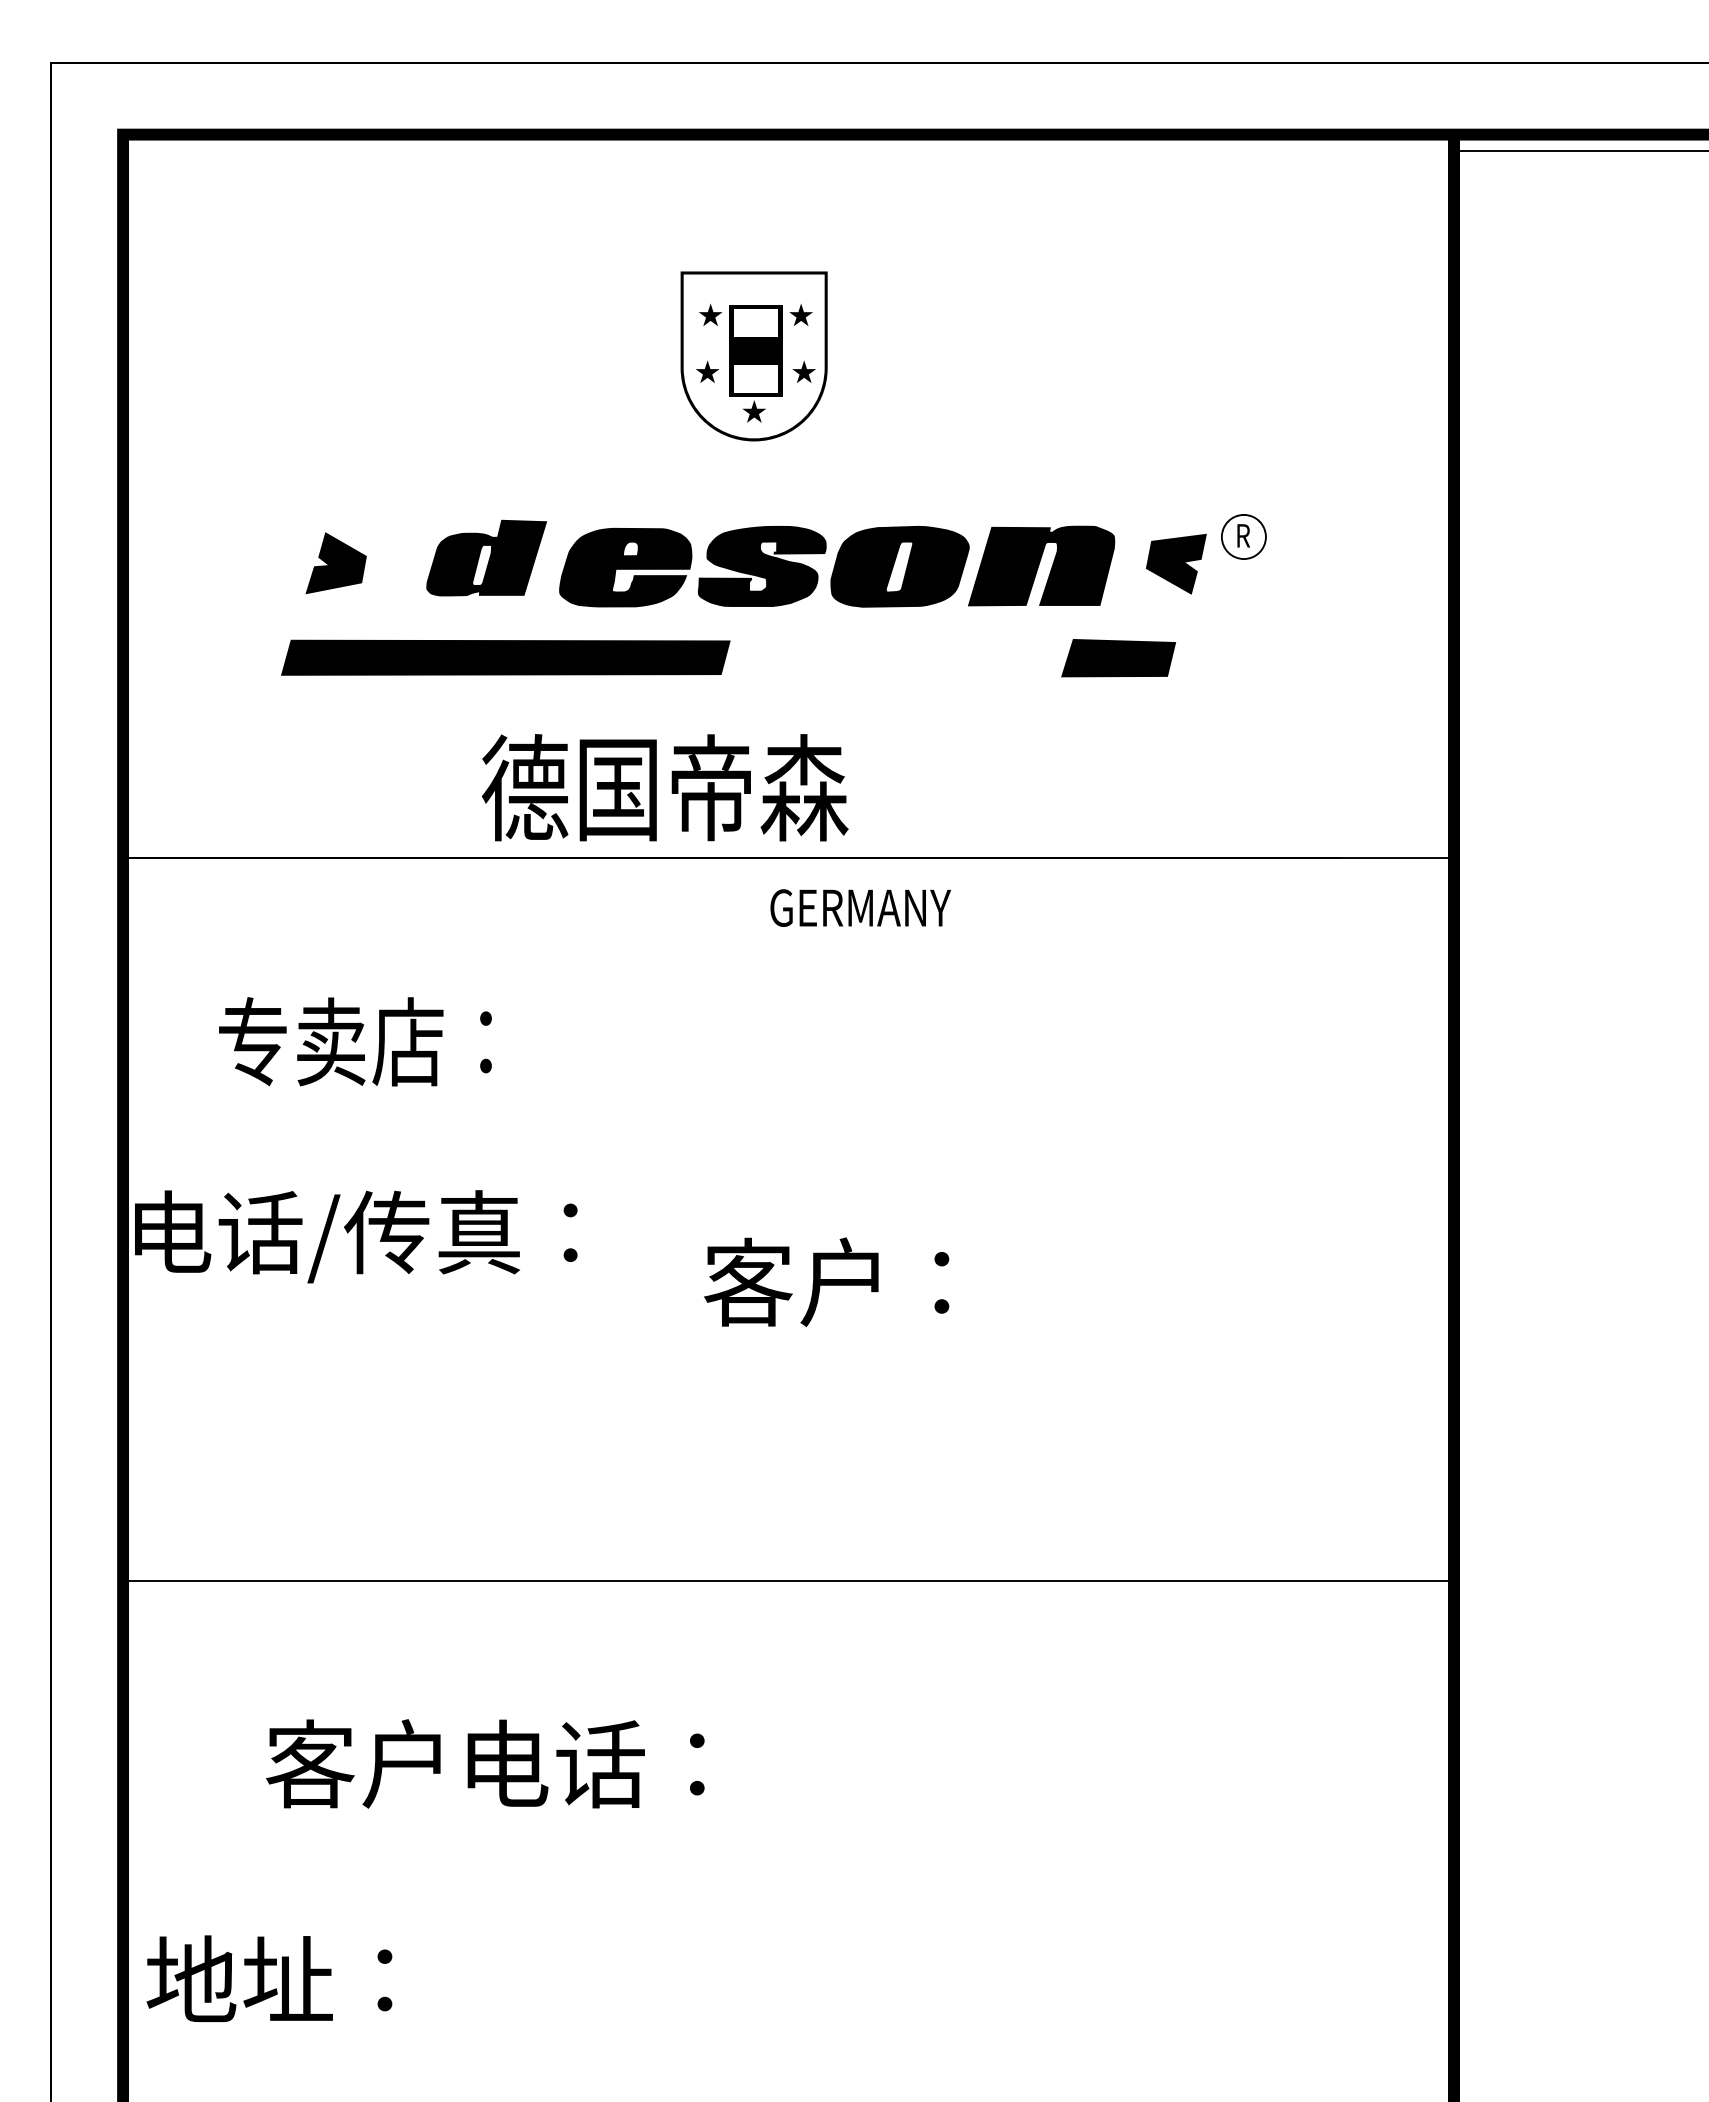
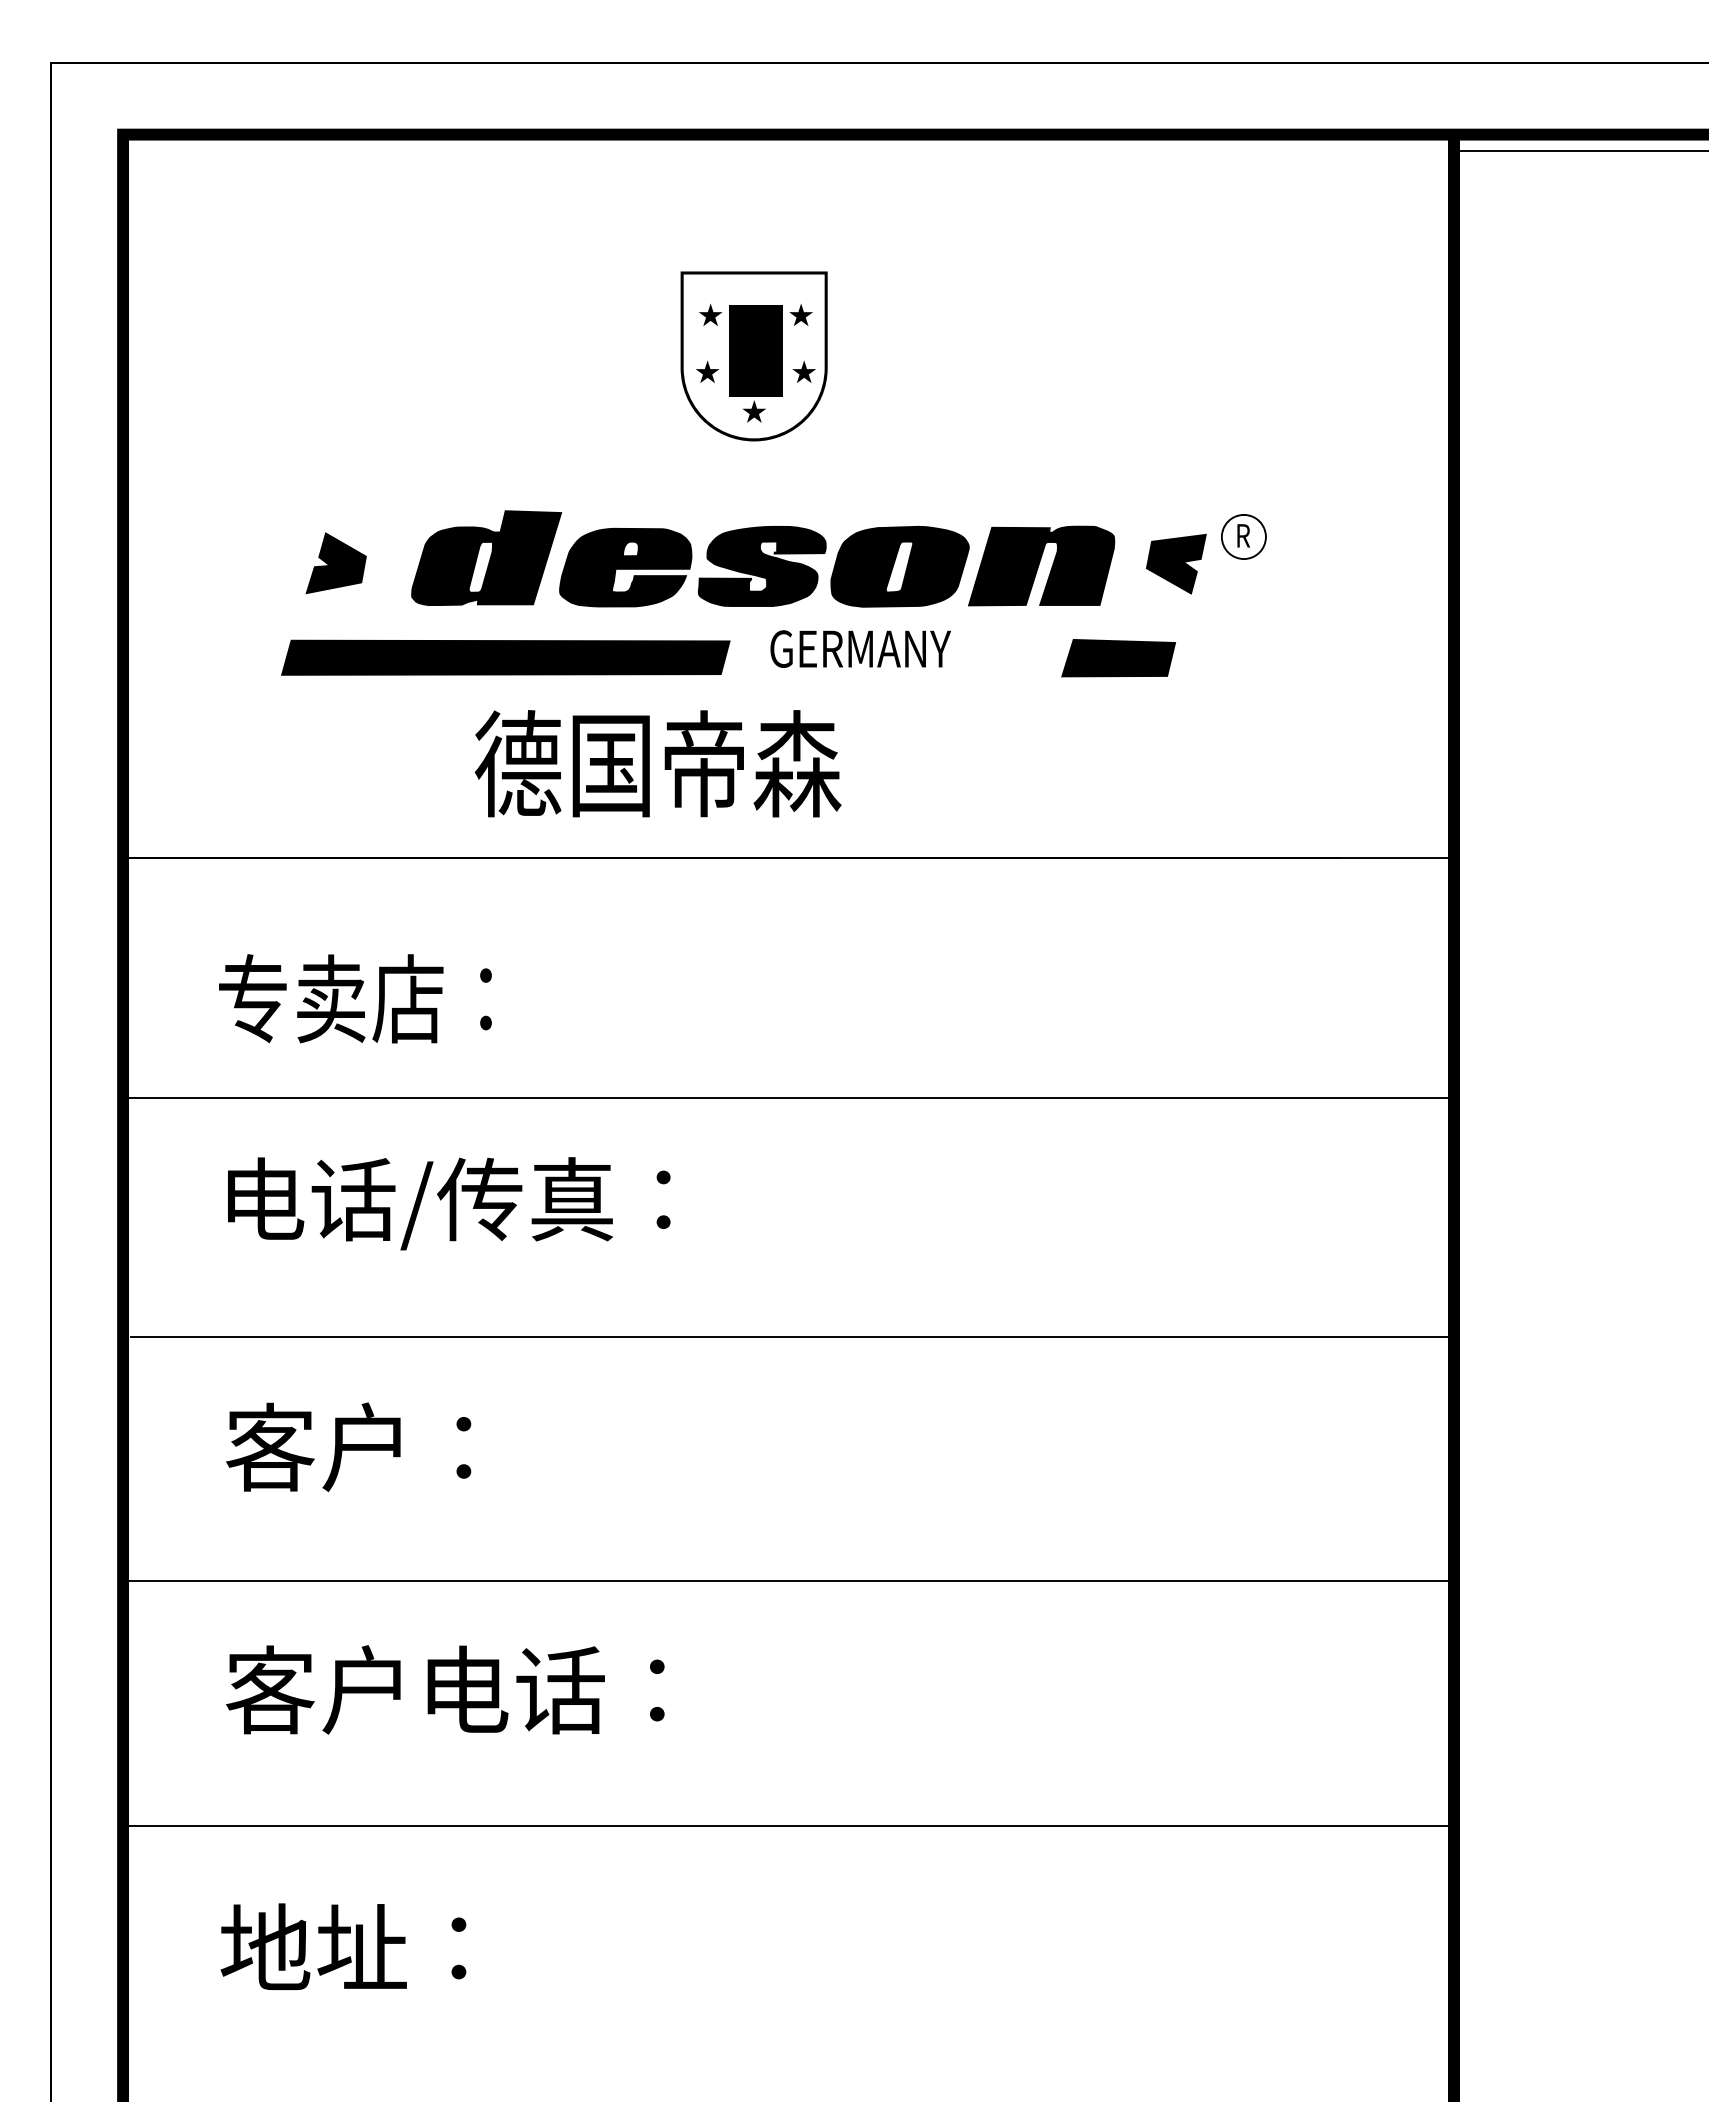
fill at (755, 322): none -> present
fill at (755, 378): none -> present
part at (486, 557) size: 122x78 px -> 152x96 px
text at (664, 787) position: (664, 787) -> (657, 763)
text at (860, 907) position: (860, 907) -> (860, 648)
text at (355, 1041) position: (355, 1041) -> (355, 998)
line at (788, 1097): none -> present
text at (356, 1236) position: (356, 1236) -> (449, 1203)
text at (826, 1281) position: (826, 1281) -> (348, 1446)
line at (792, 1336): none -> present
text at (485, 1763) position: (485, 1763) -> (445, 1689)
line at (788, 1826): none -> present
text at (269, 1978) position: (269, 1978) -> (343, 1946)
